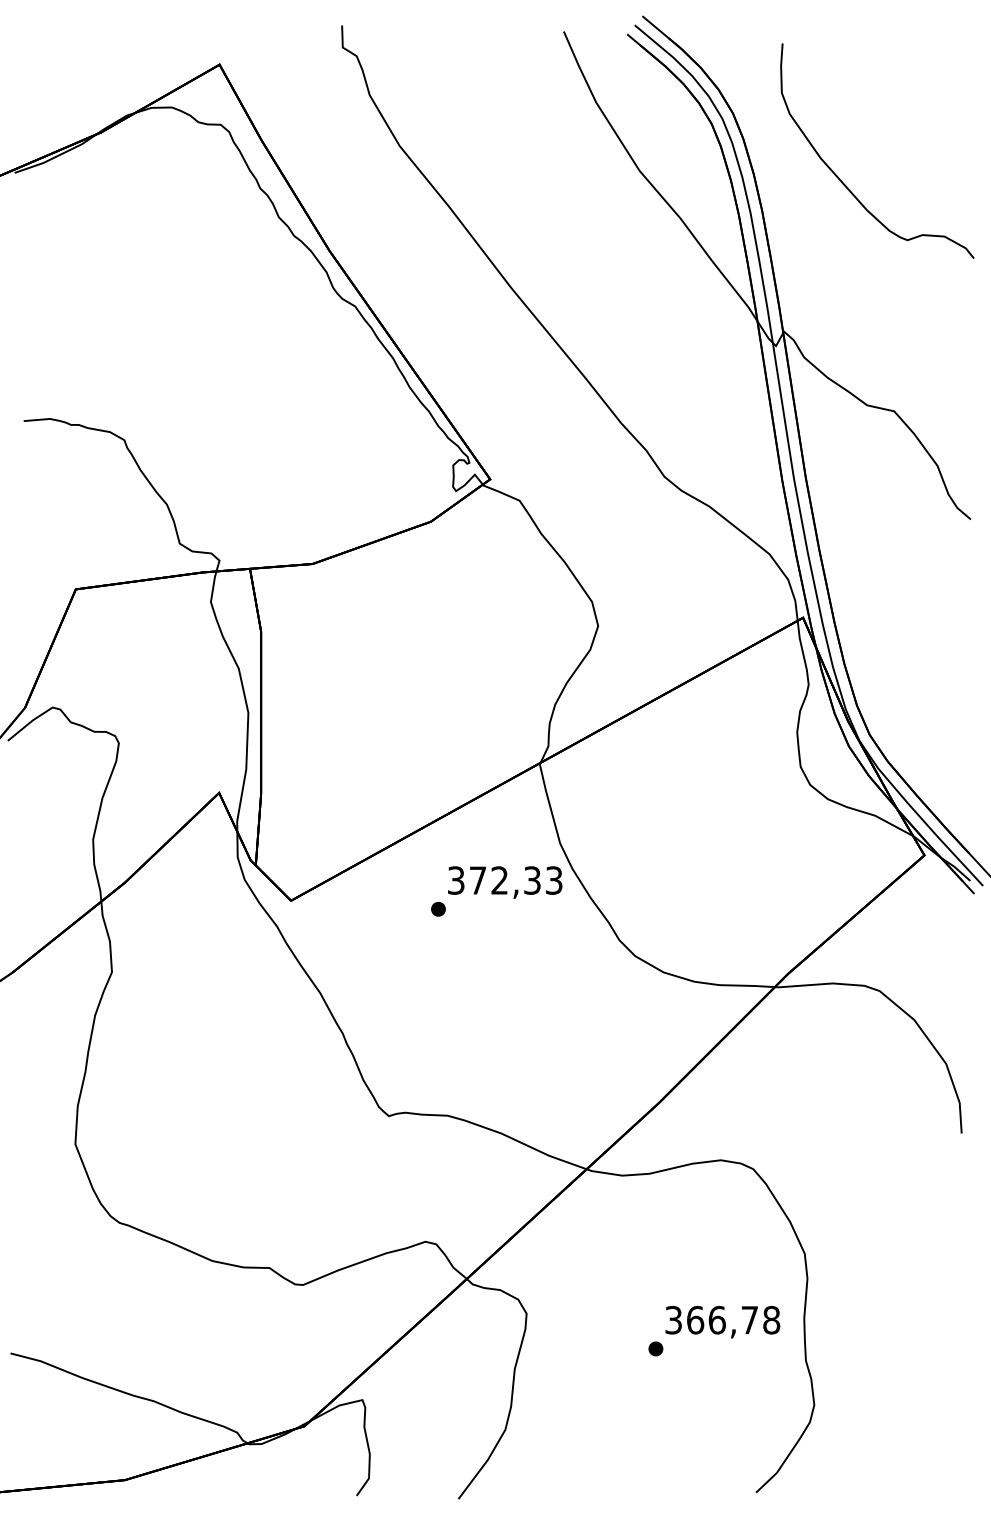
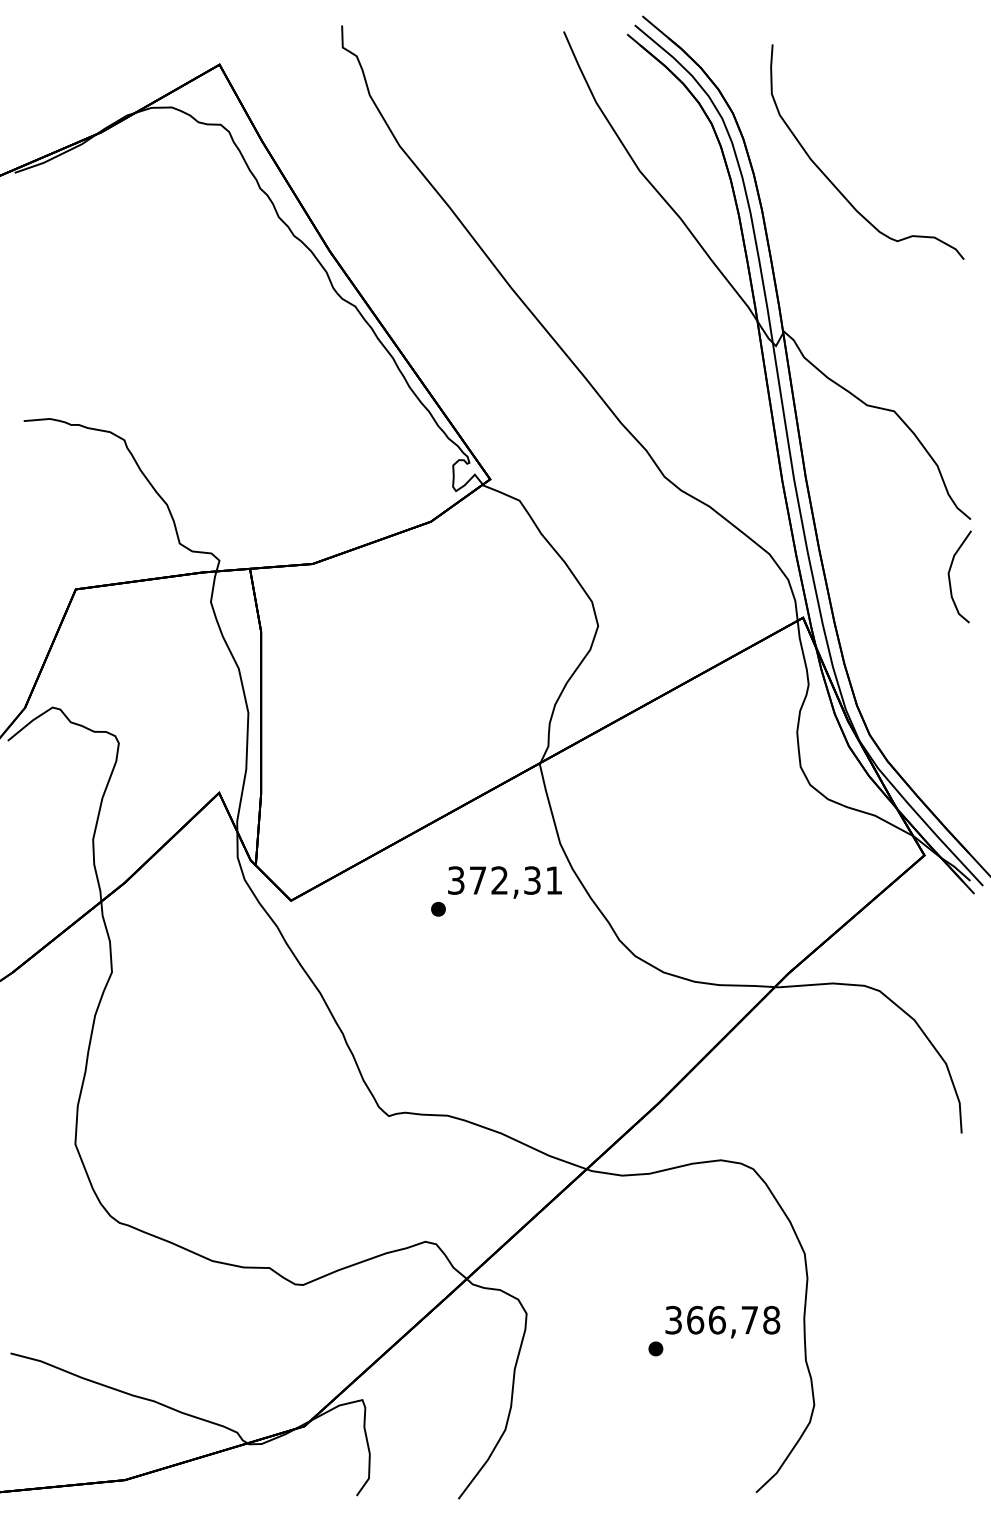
curve at (840, 178) position: (840, 178) -> (830, 179)
curve at (950, 578): none -> present
text at (554, 880): 372,33 -> 372,31
